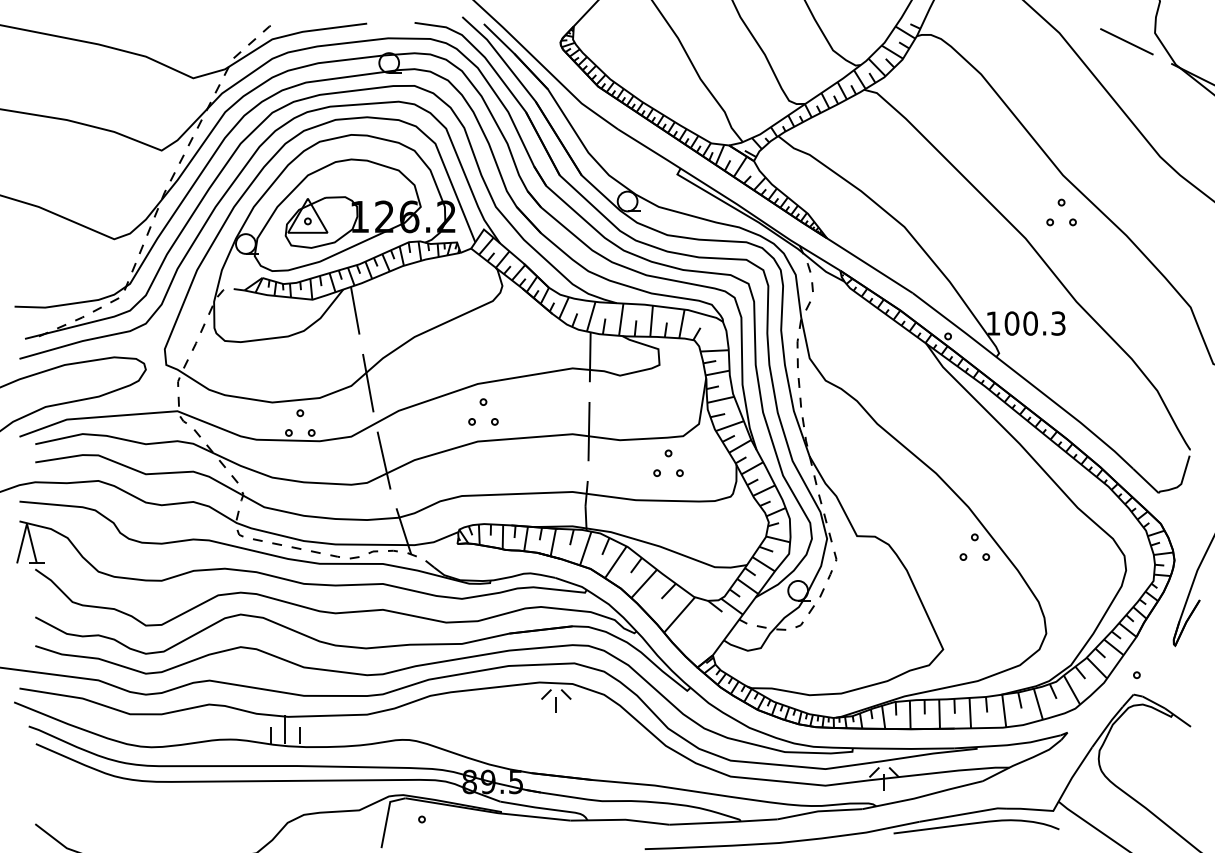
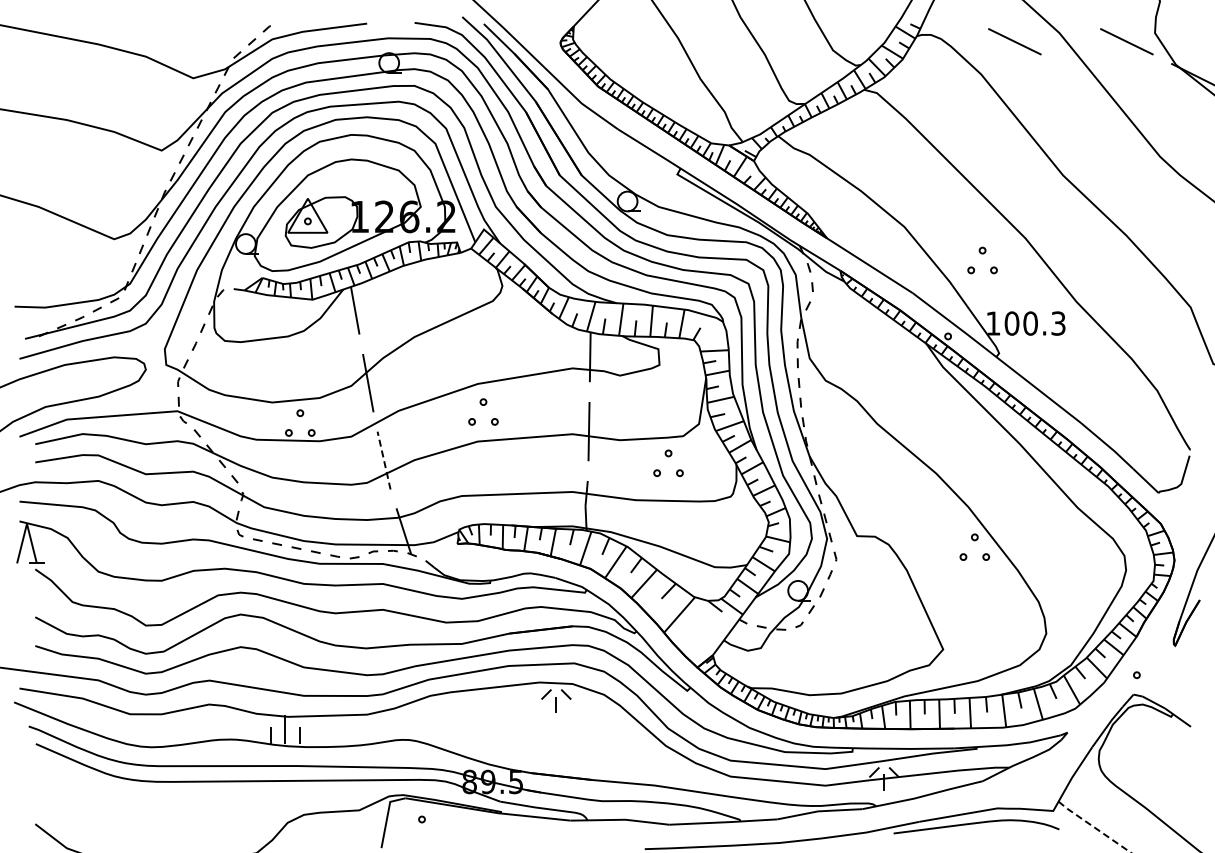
line at (1014, 41): none -> present
part at (1061, 212) position: (1061, 212) -> (982, 260)
line at (384, 460): solid -> dashed
line at (1094, 827): solid -> dashed
